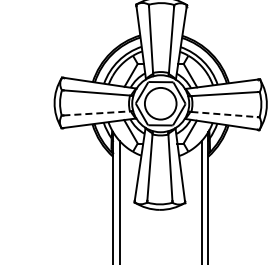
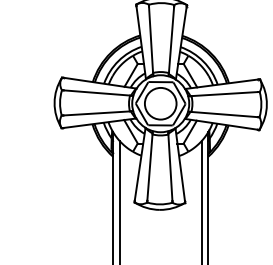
line at (97, 113): dashed -> solid
line at (225, 114): dashed -> solid
